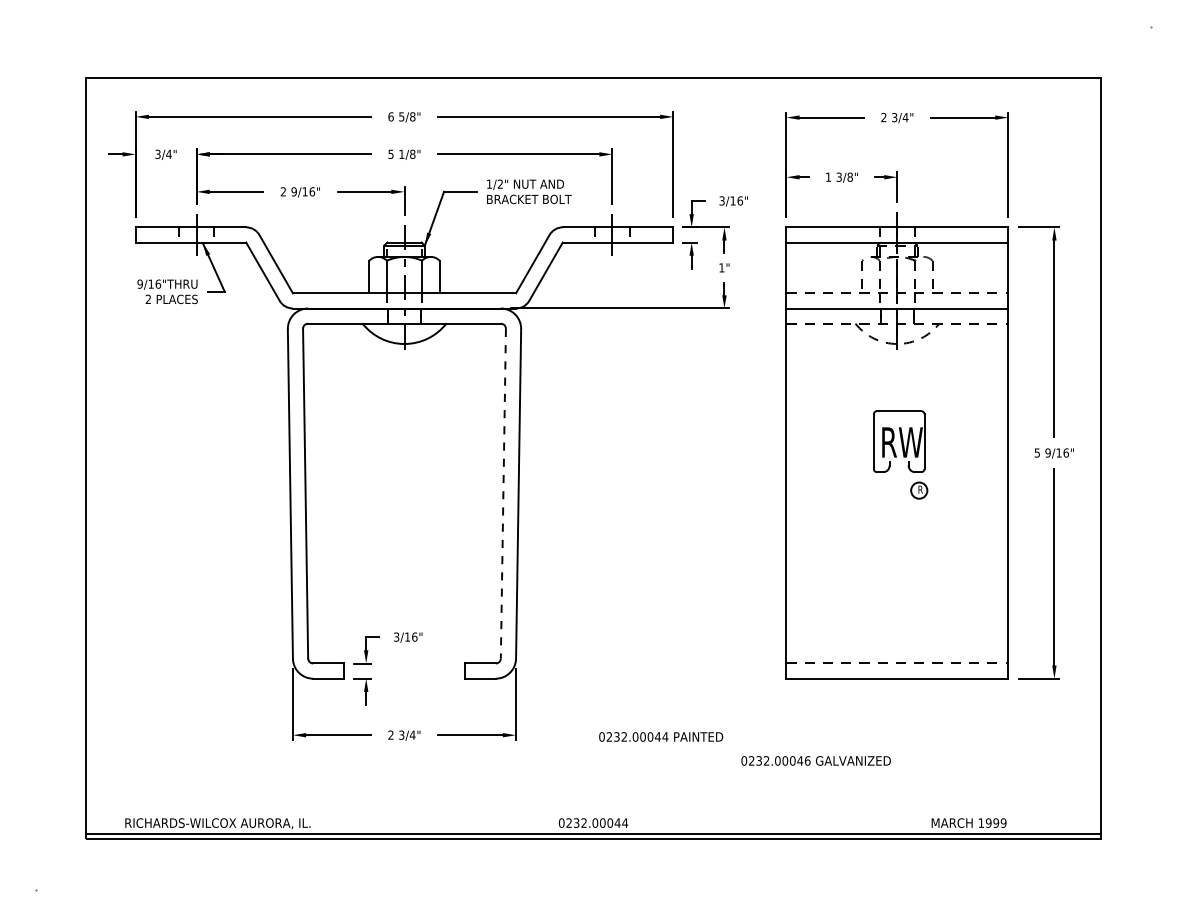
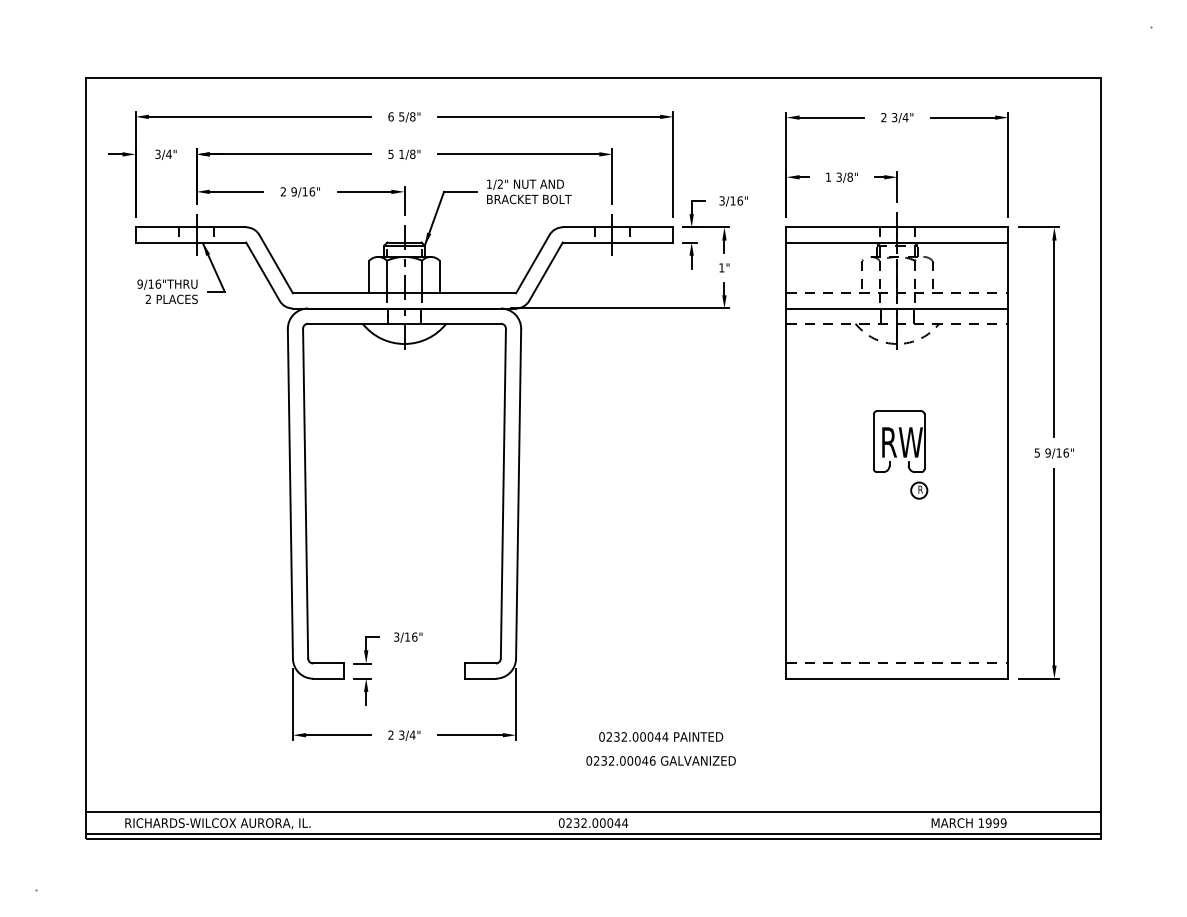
line at (503, 493): dashed -> solid
text at (815, 760) position: (815, 760) -> (660, 760)
line at (593, 811): none -> present
